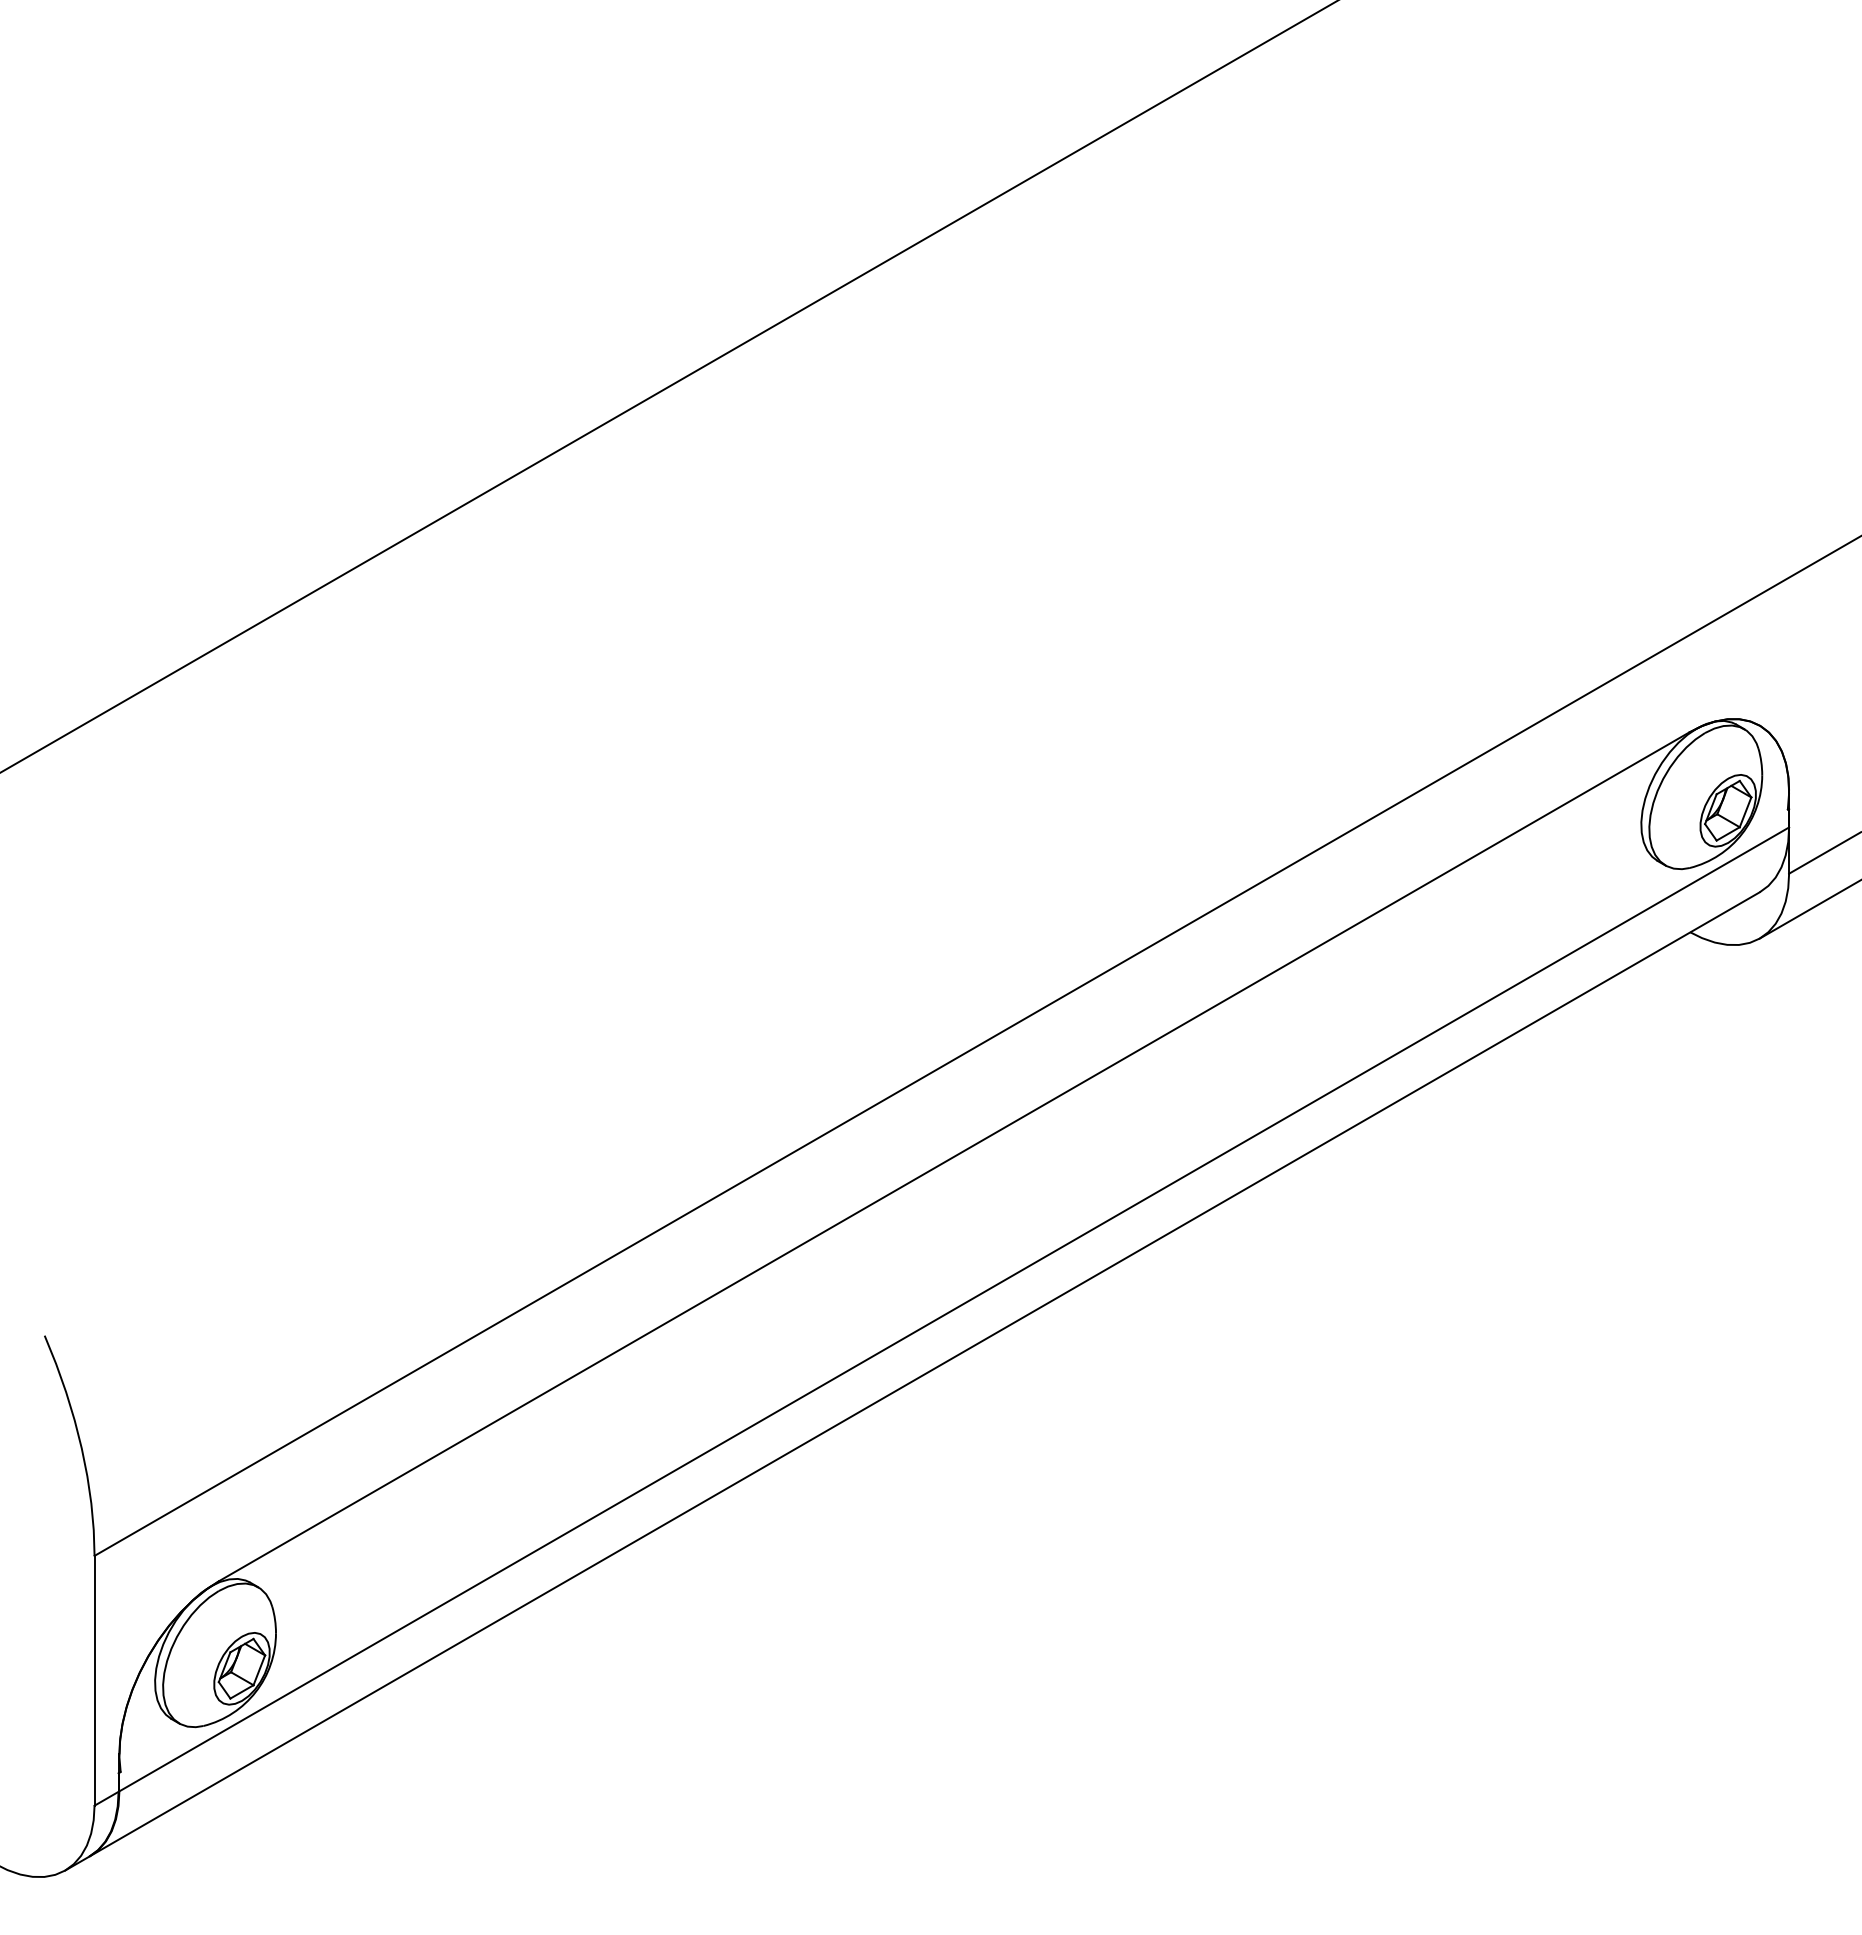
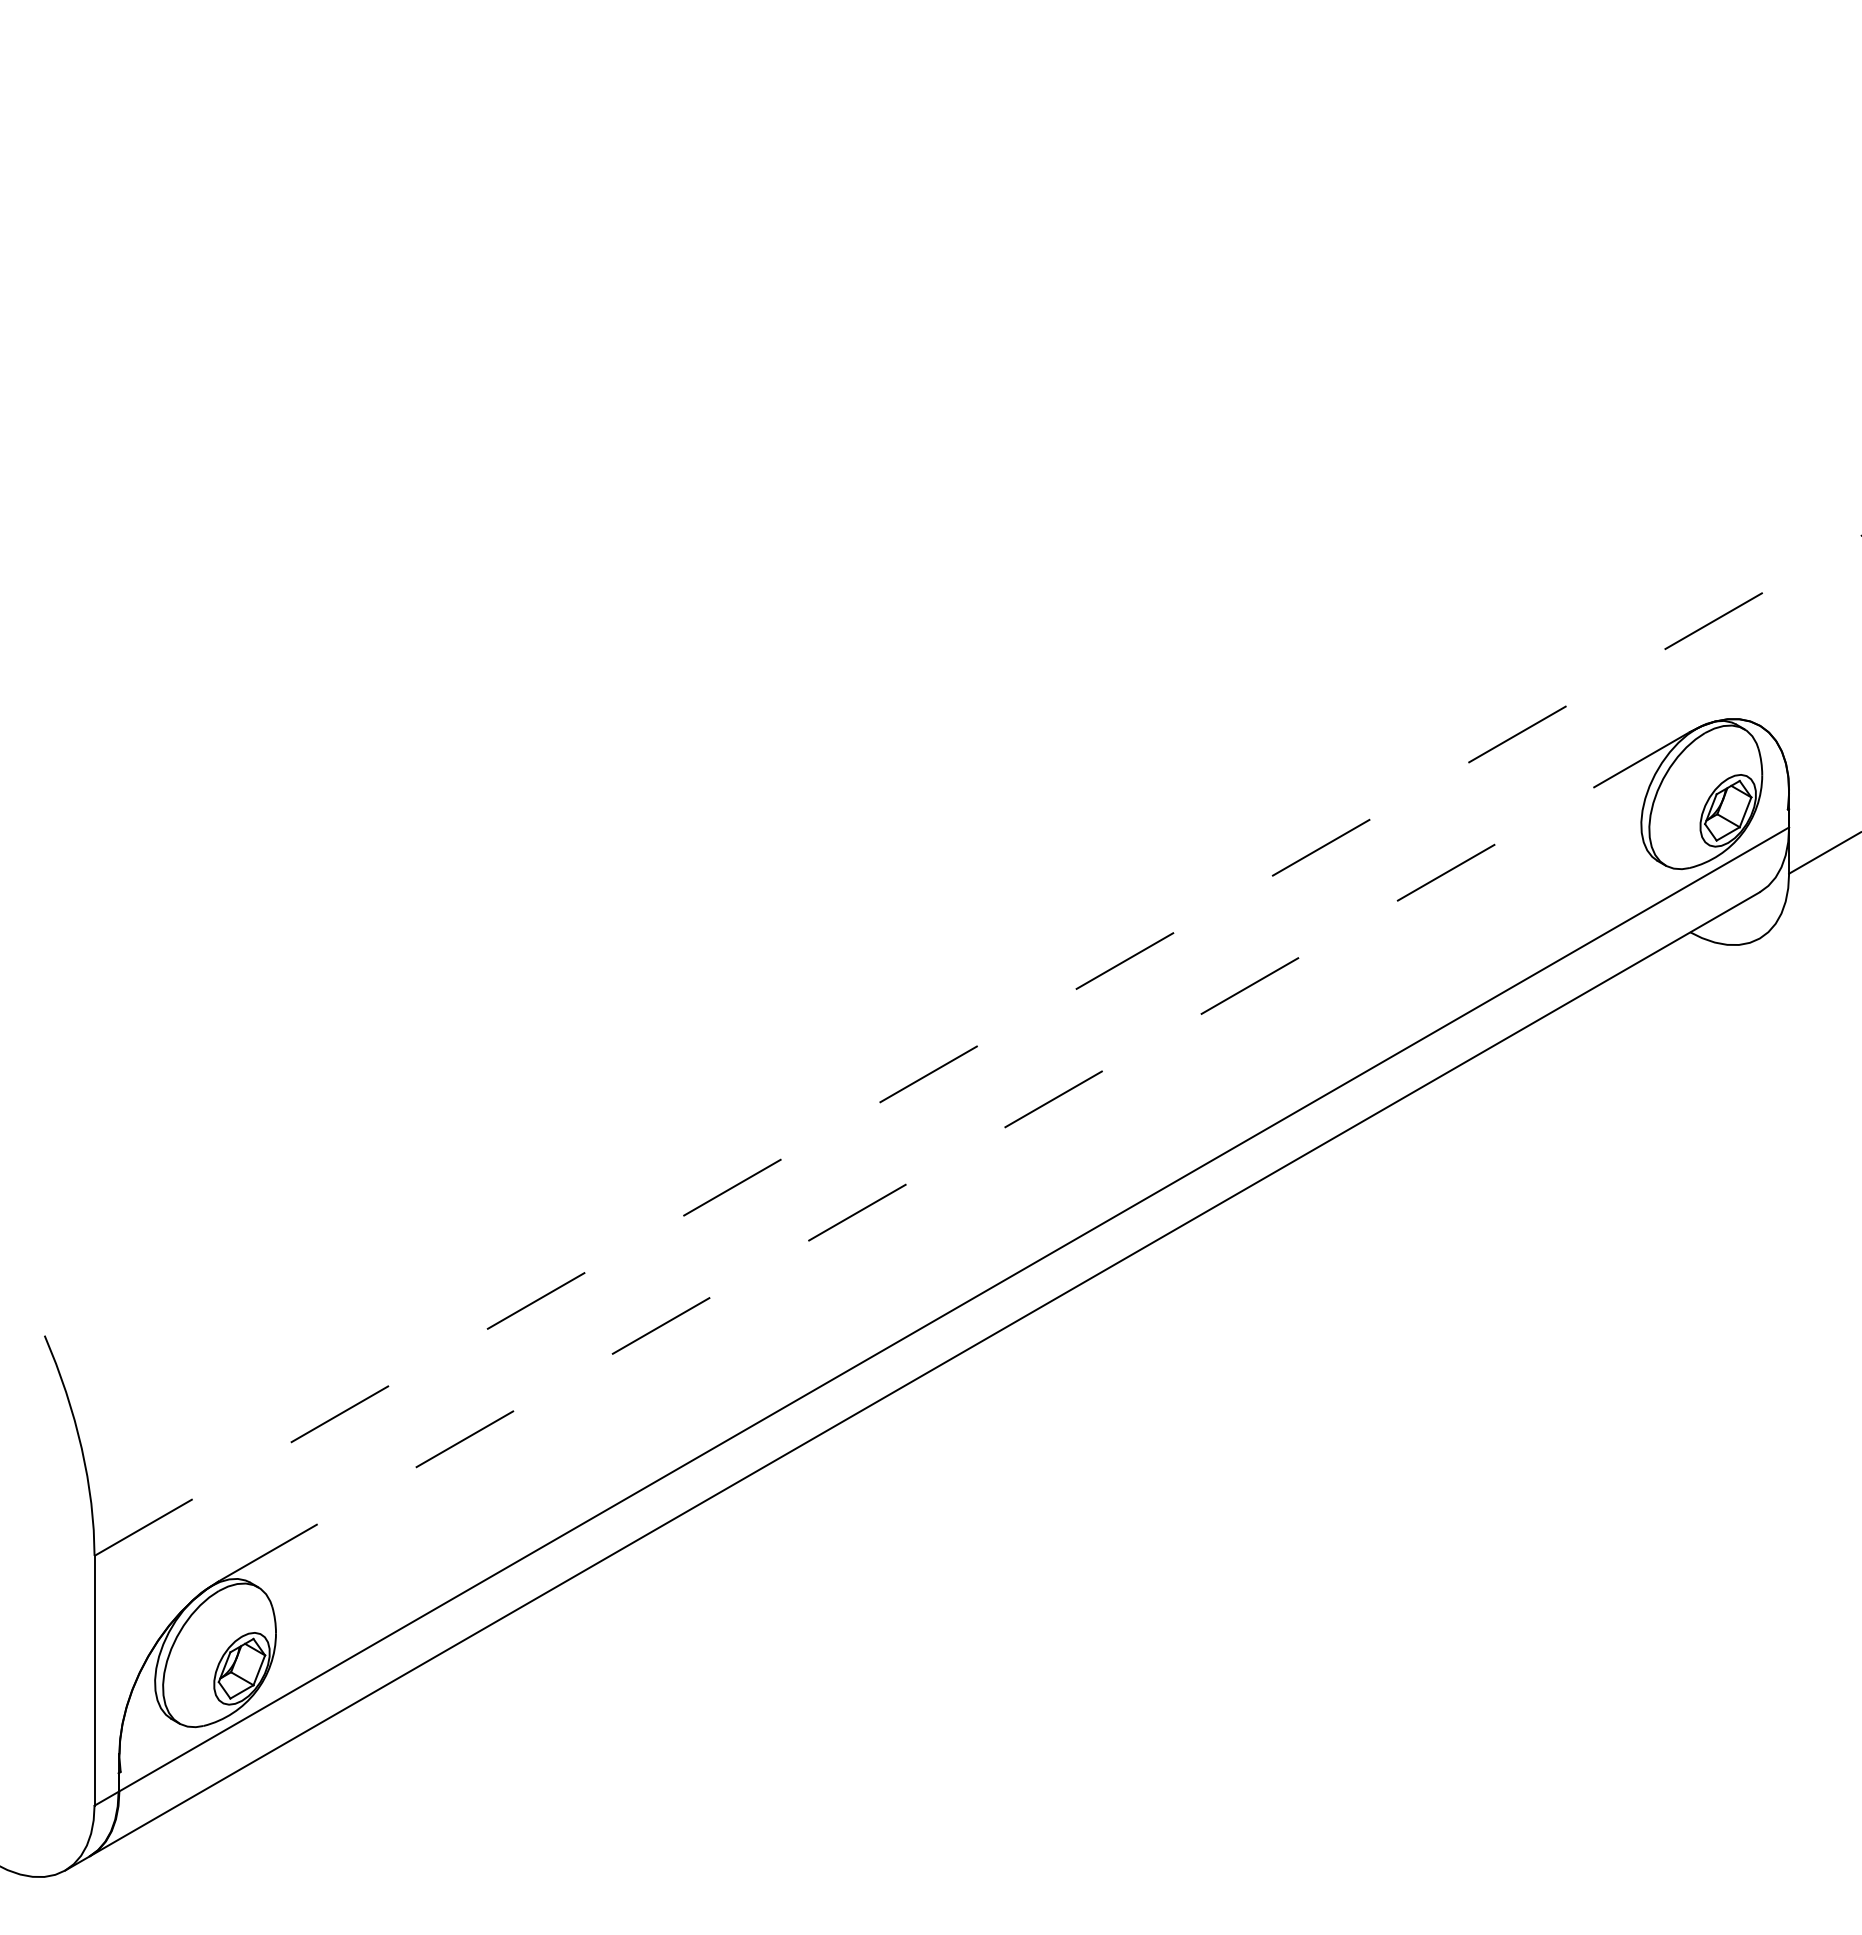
line at (668, 386): present -> none
line at (1808, 909): present -> none
line at (977, 1045): solid -> dashed
line at (954, 1156): solid -> dashed
